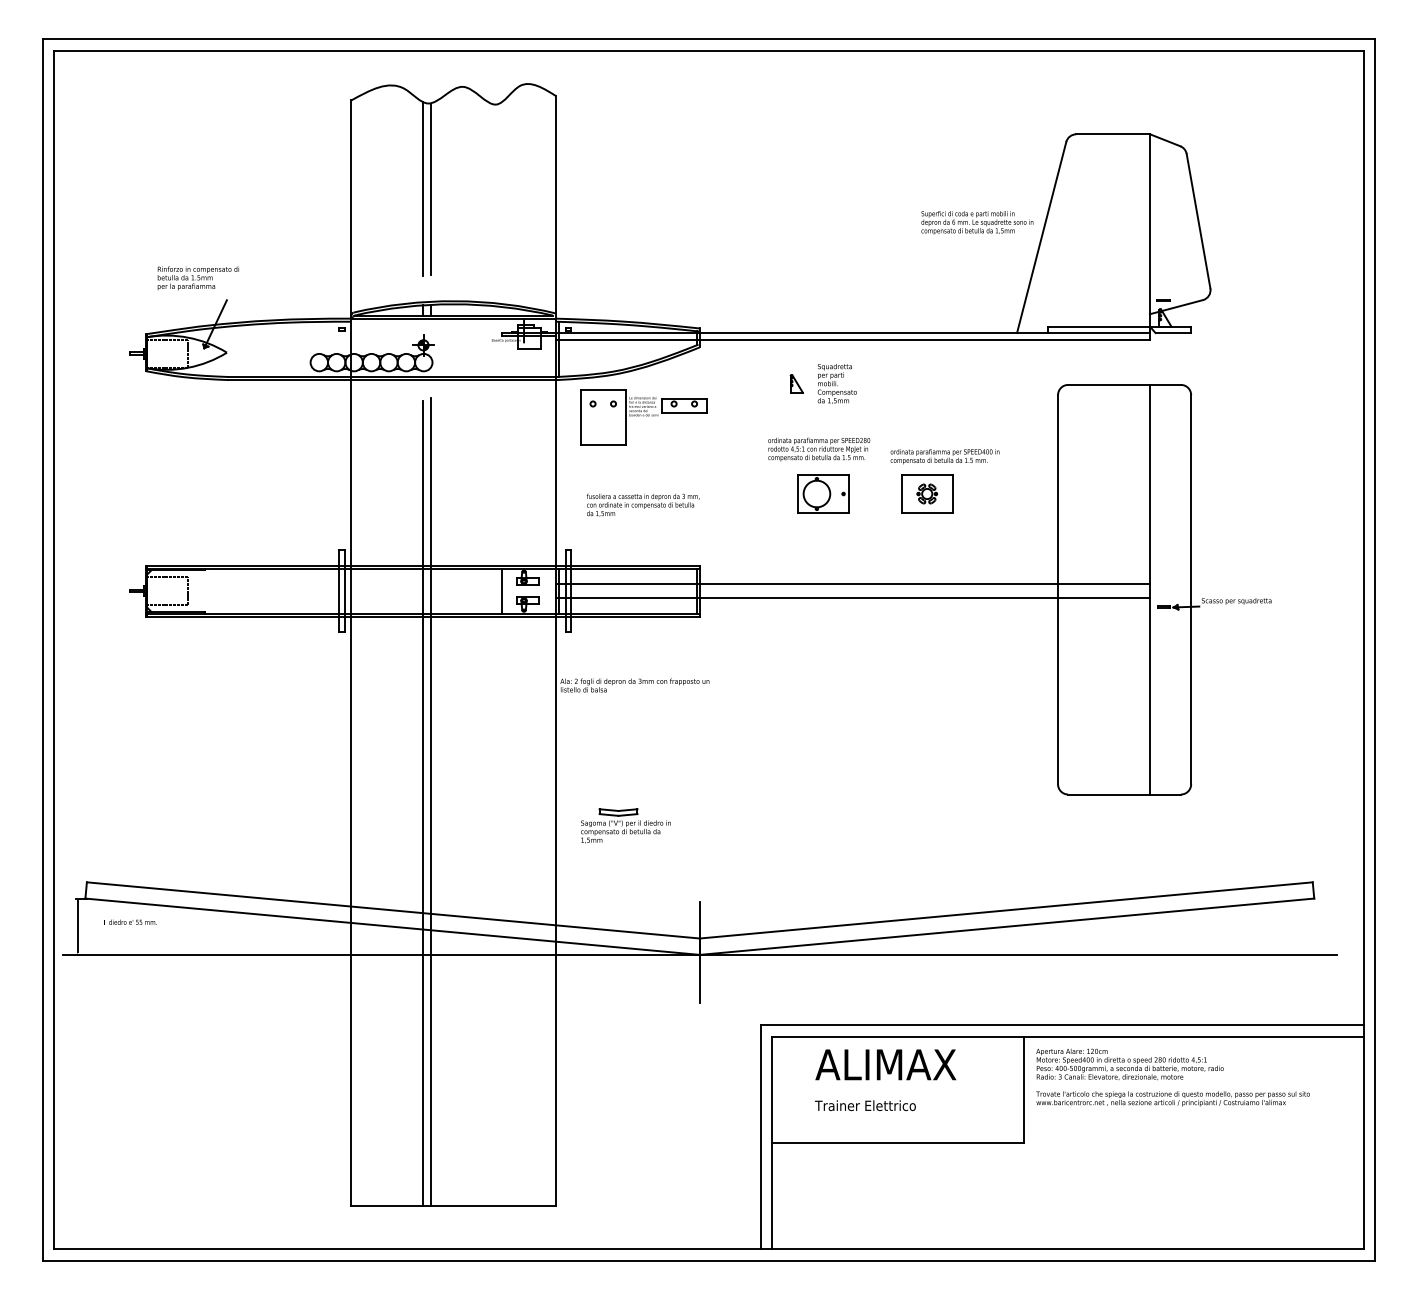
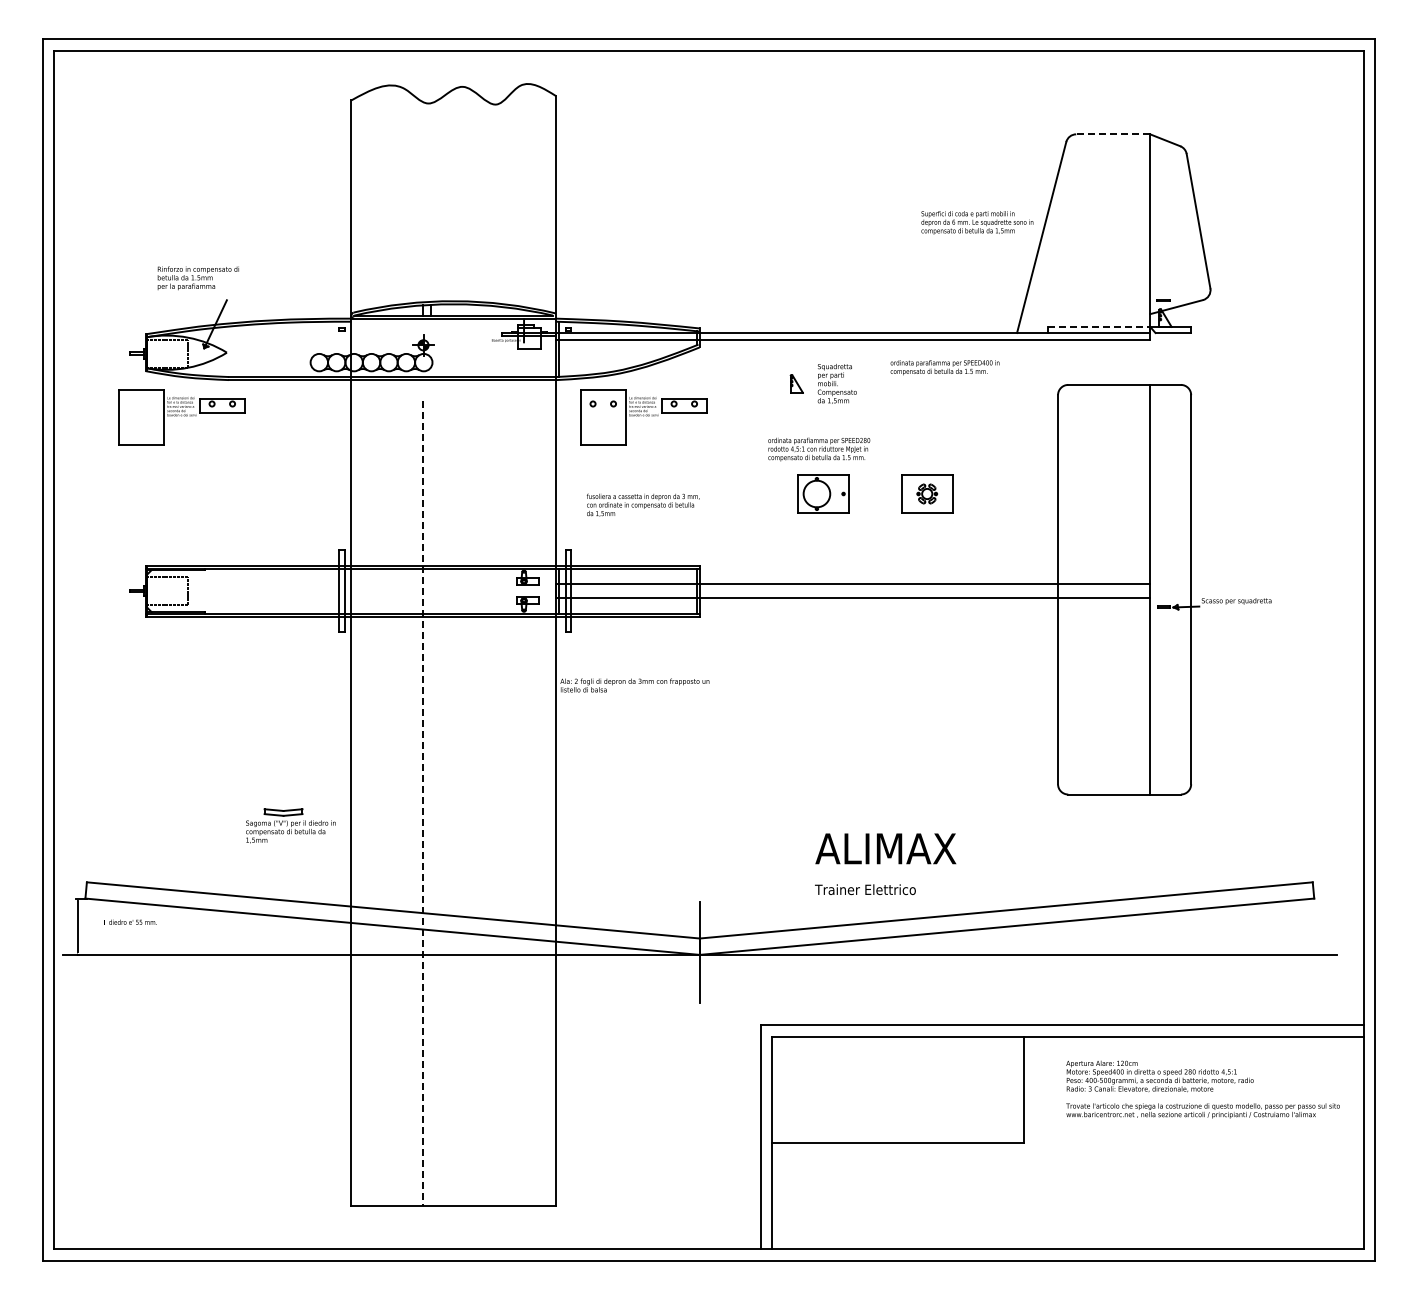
line at (1113, 134): solid -> dashed
line at (423, 189): present -> none
line at (431, 189): present -> none
line at (1099, 326): solid -> dashed
part at (181, 417): none -> present
text at (944, 456) position: (944, 456) -> (944, 367)
line at (501, 590): present -> none
line at (431, 801): present -> none
line at (423, 803): solid -> dashed
part at (625, 825) position: (625, 825) -> (290, 825)
text at (1172, 1077) position: (1172, 1077) -> (1202, 1089)
text at (885, 1080) position: (885, 1080) -> (885, 864)
